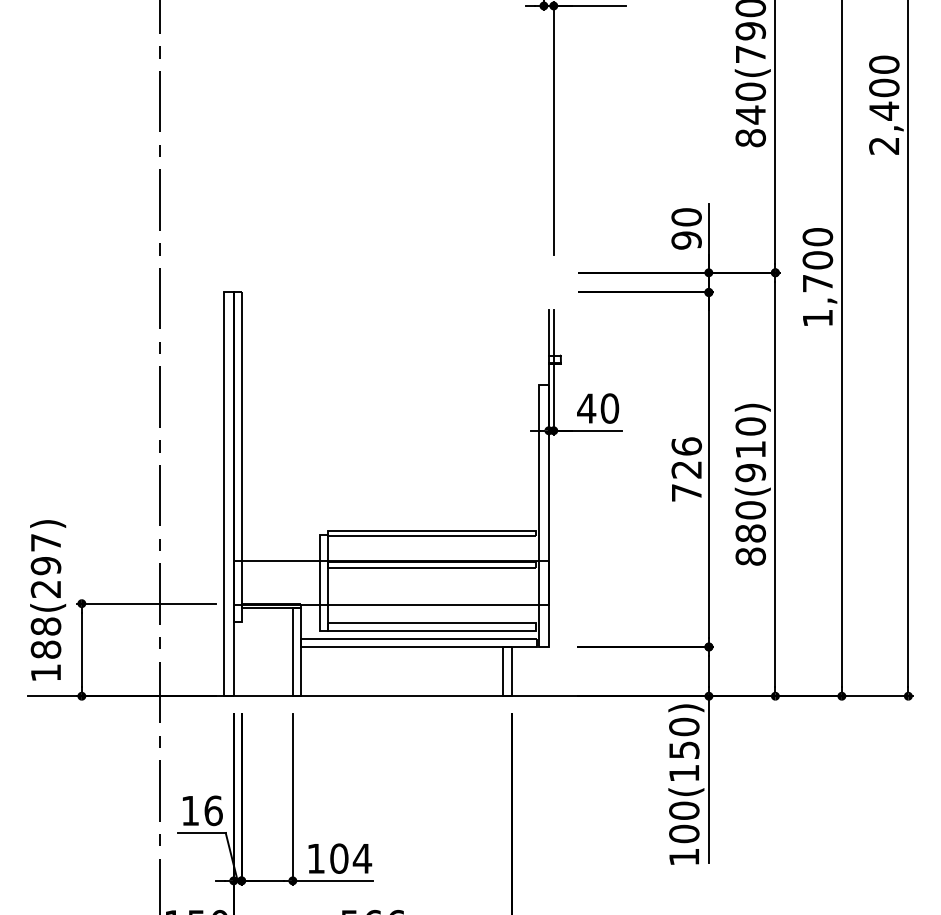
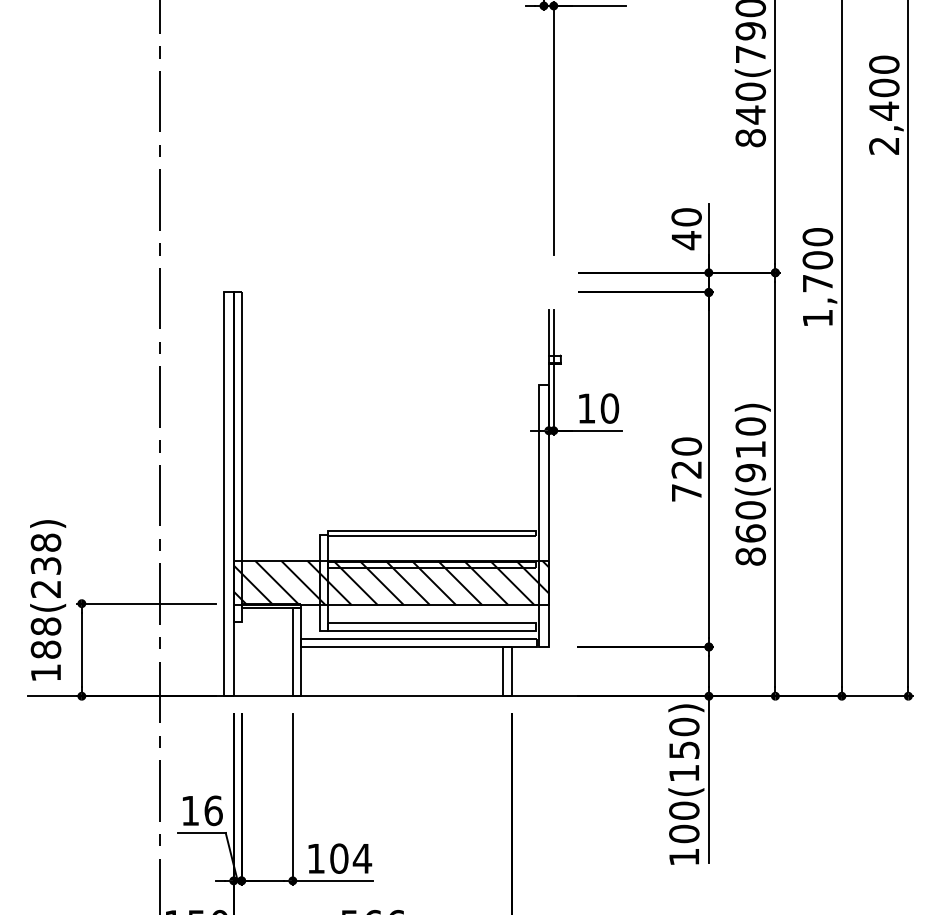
text at (686, 240): 90 -> 40
text at (586, 408): 40 -> 10
text at (686, 446): 726 -> 720
text at (750, 533): 880(910) -> 860(910)
text at (45, 554): 188(297) -> 188(238)
hatch at (390, 582): none -> present
